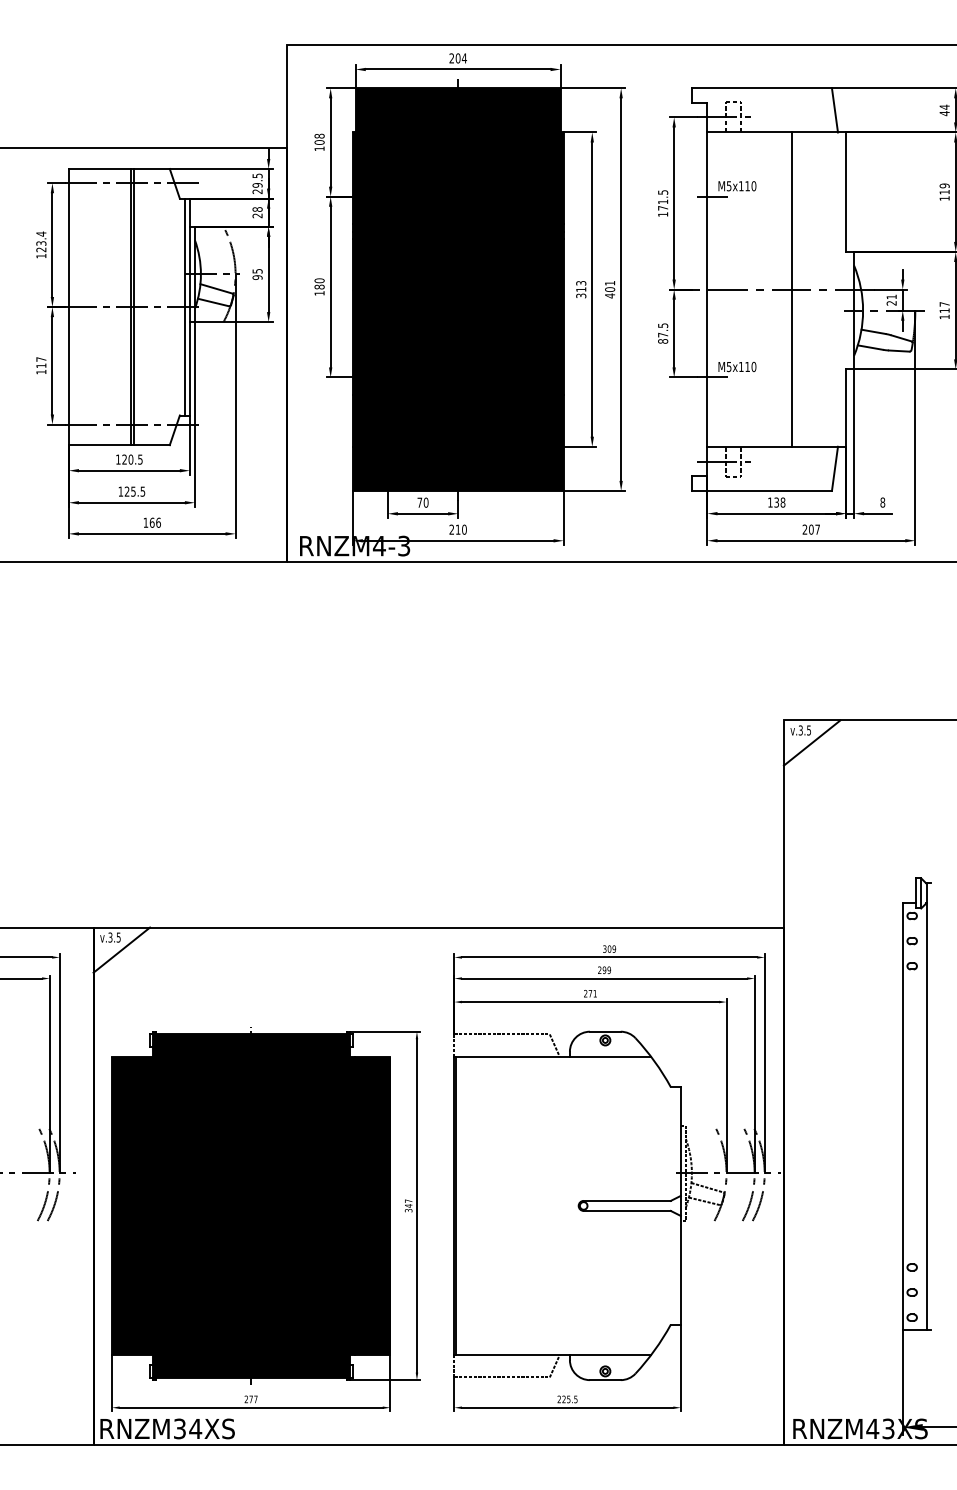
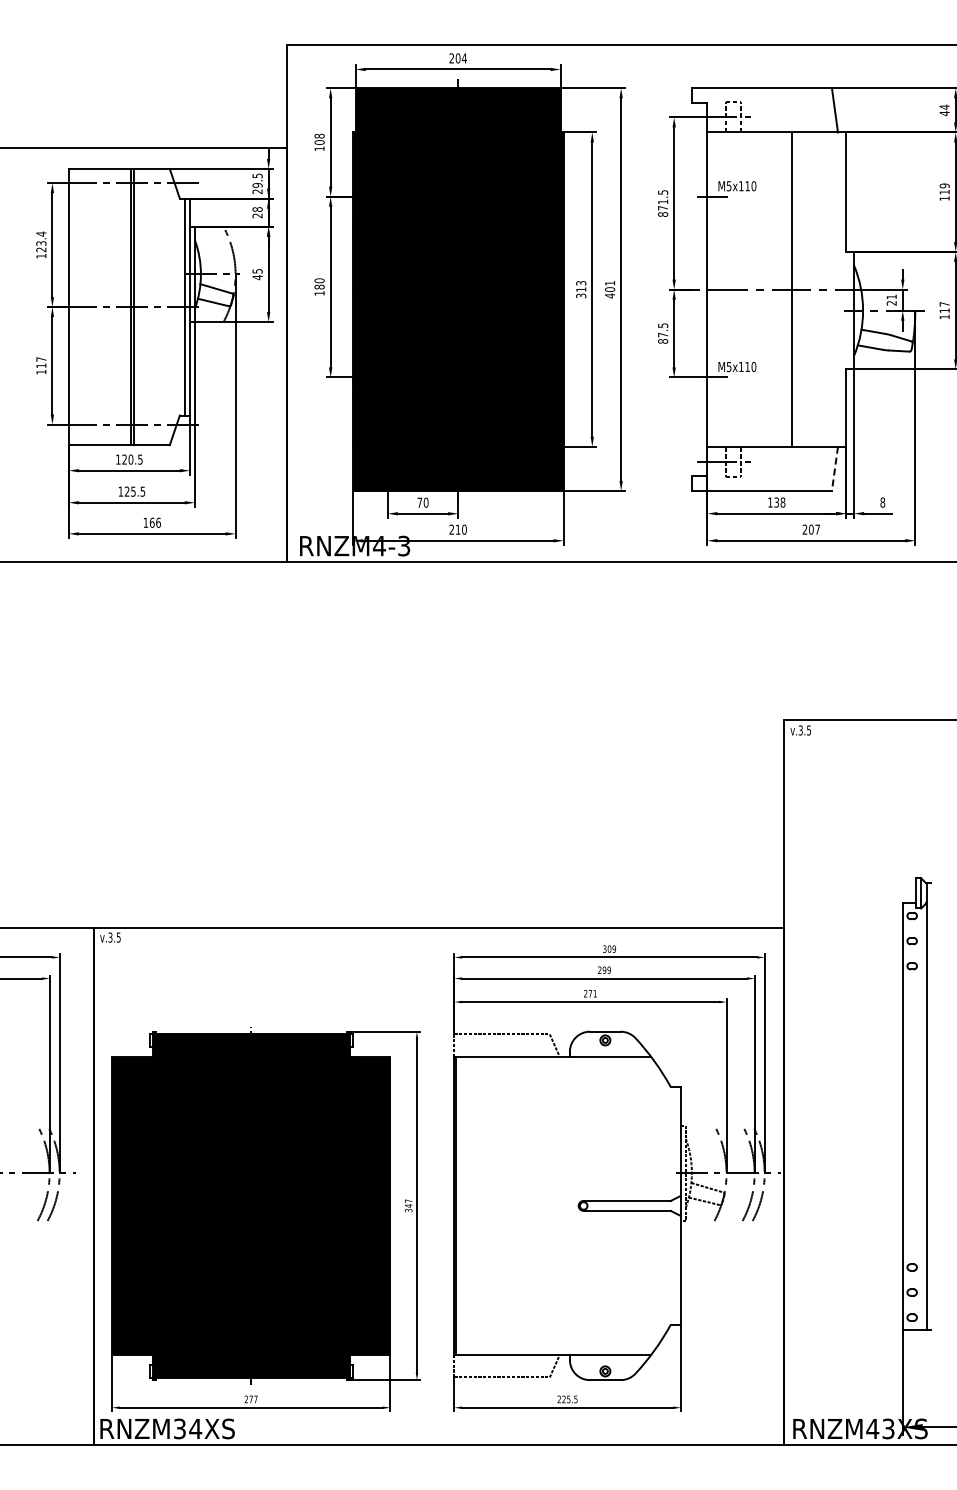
text at (663, 214): 171.5 -> 871.5
text at (257, 277): 95 -> 45
line at (834, 469): solid -> dashed
line at (811, 742): present -> none
line at (121, 949): present -> none
